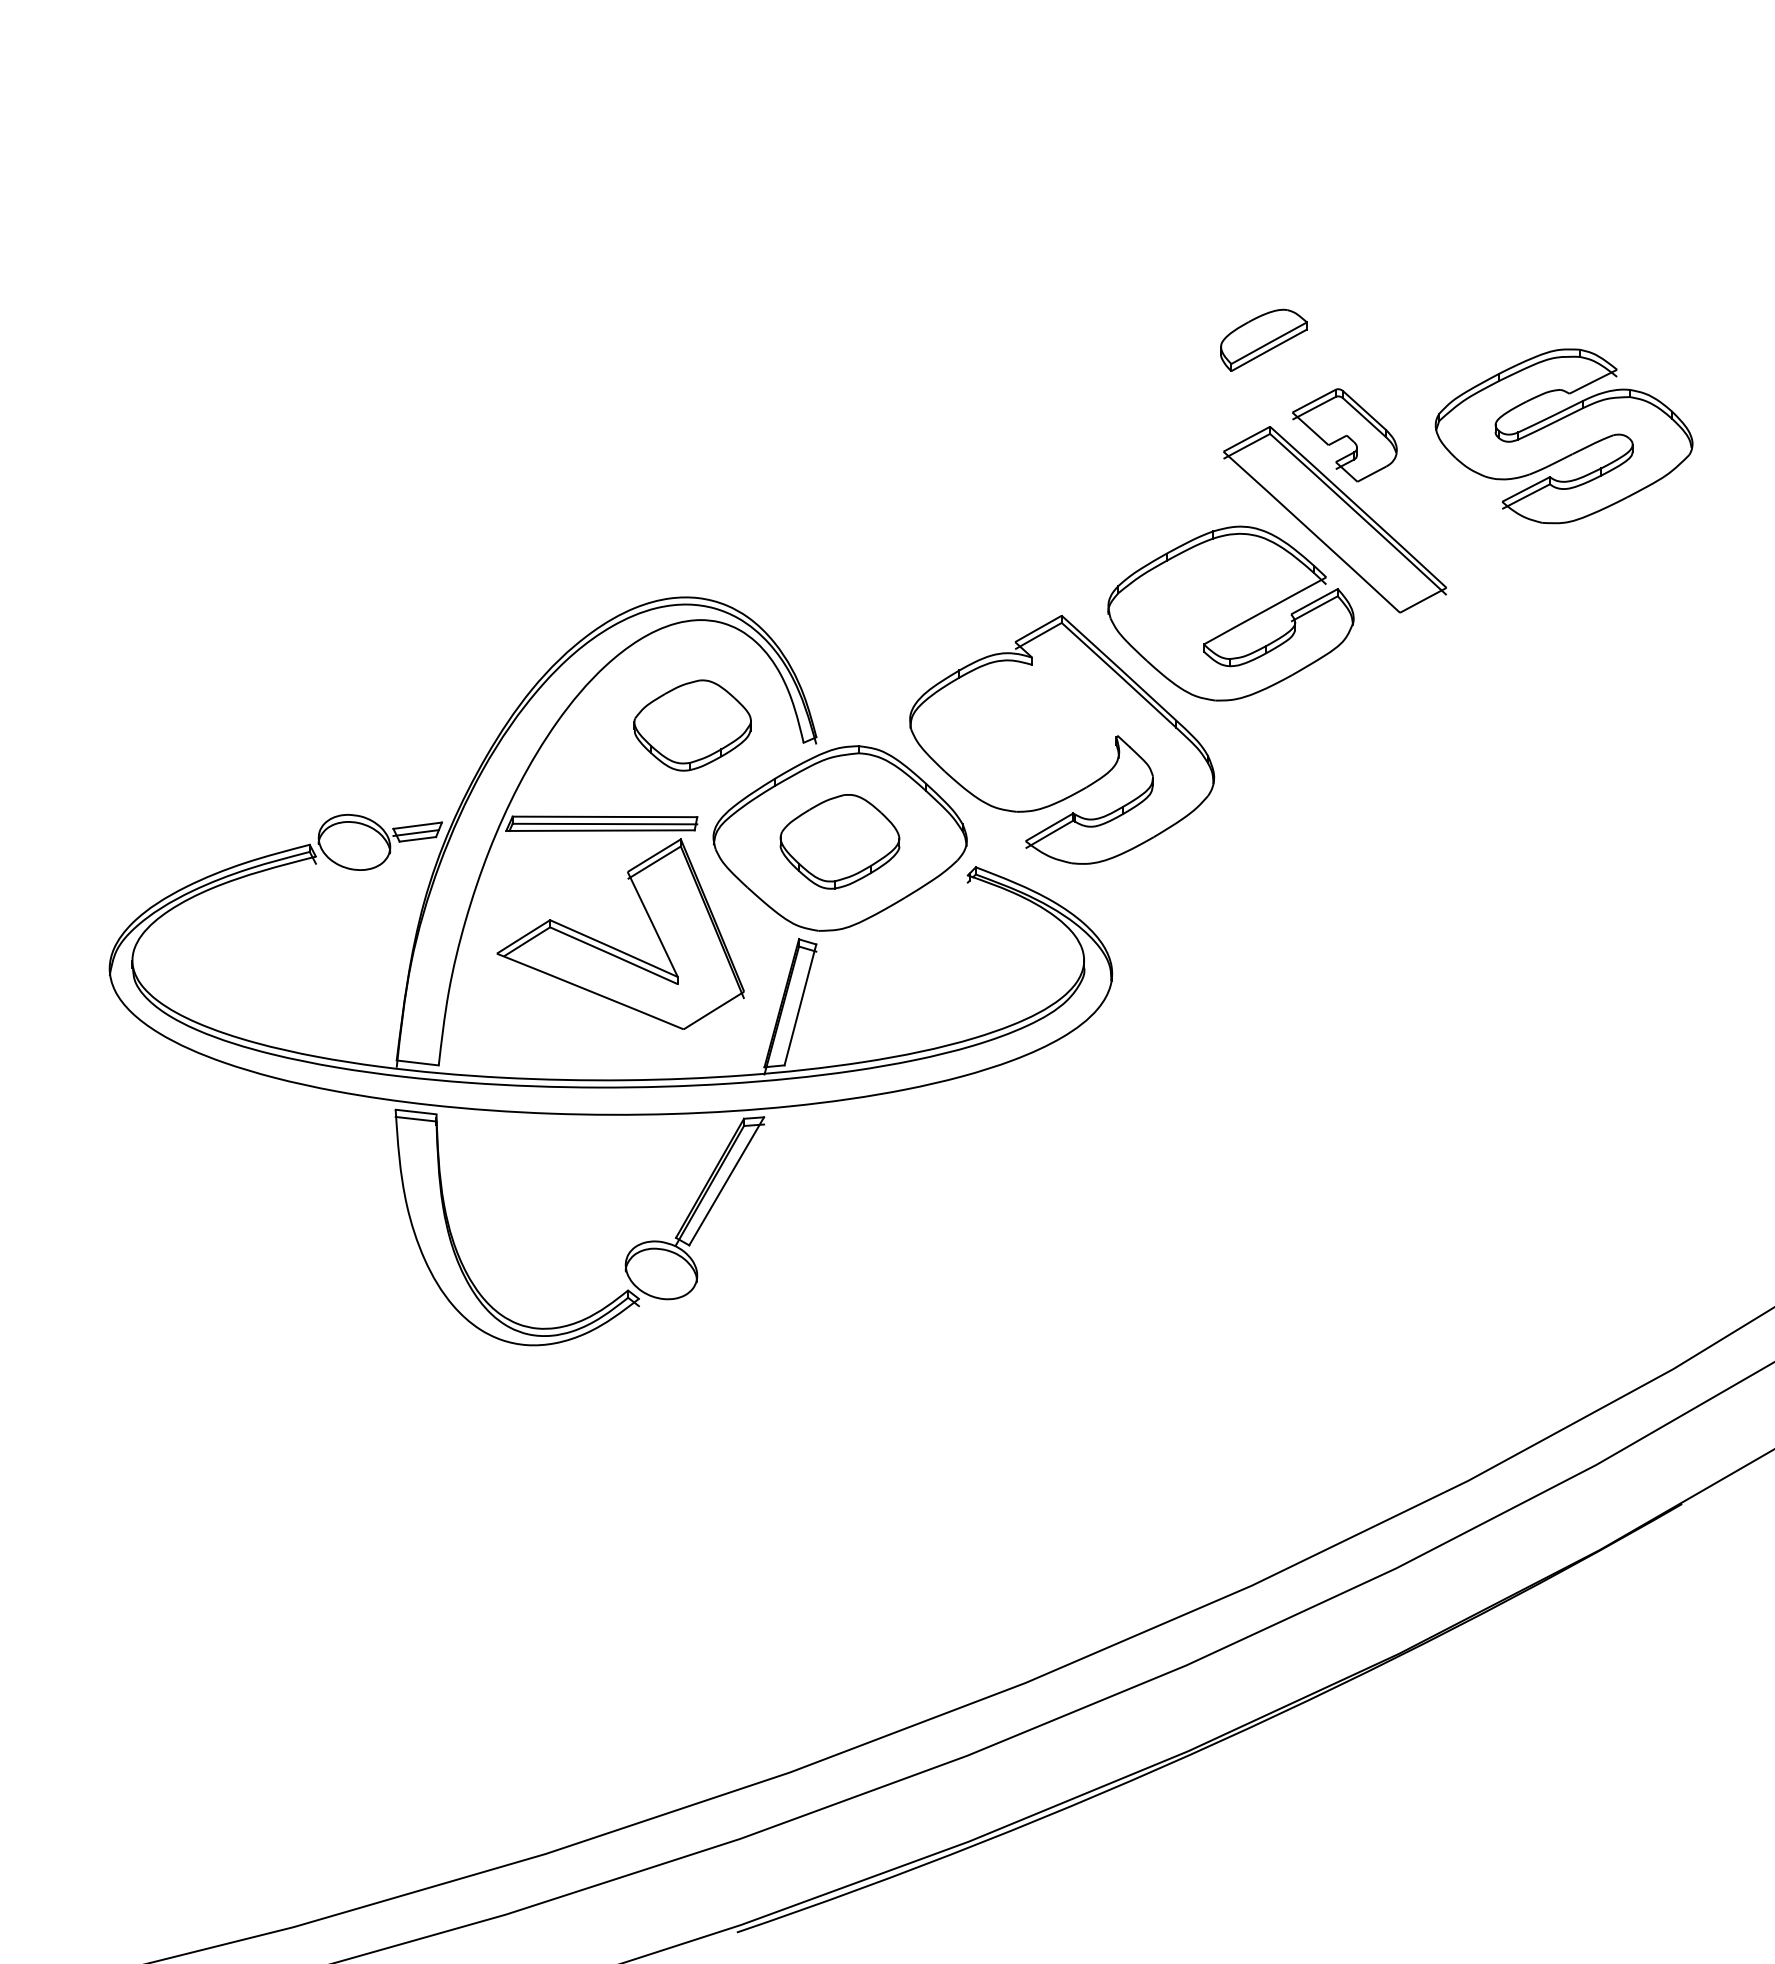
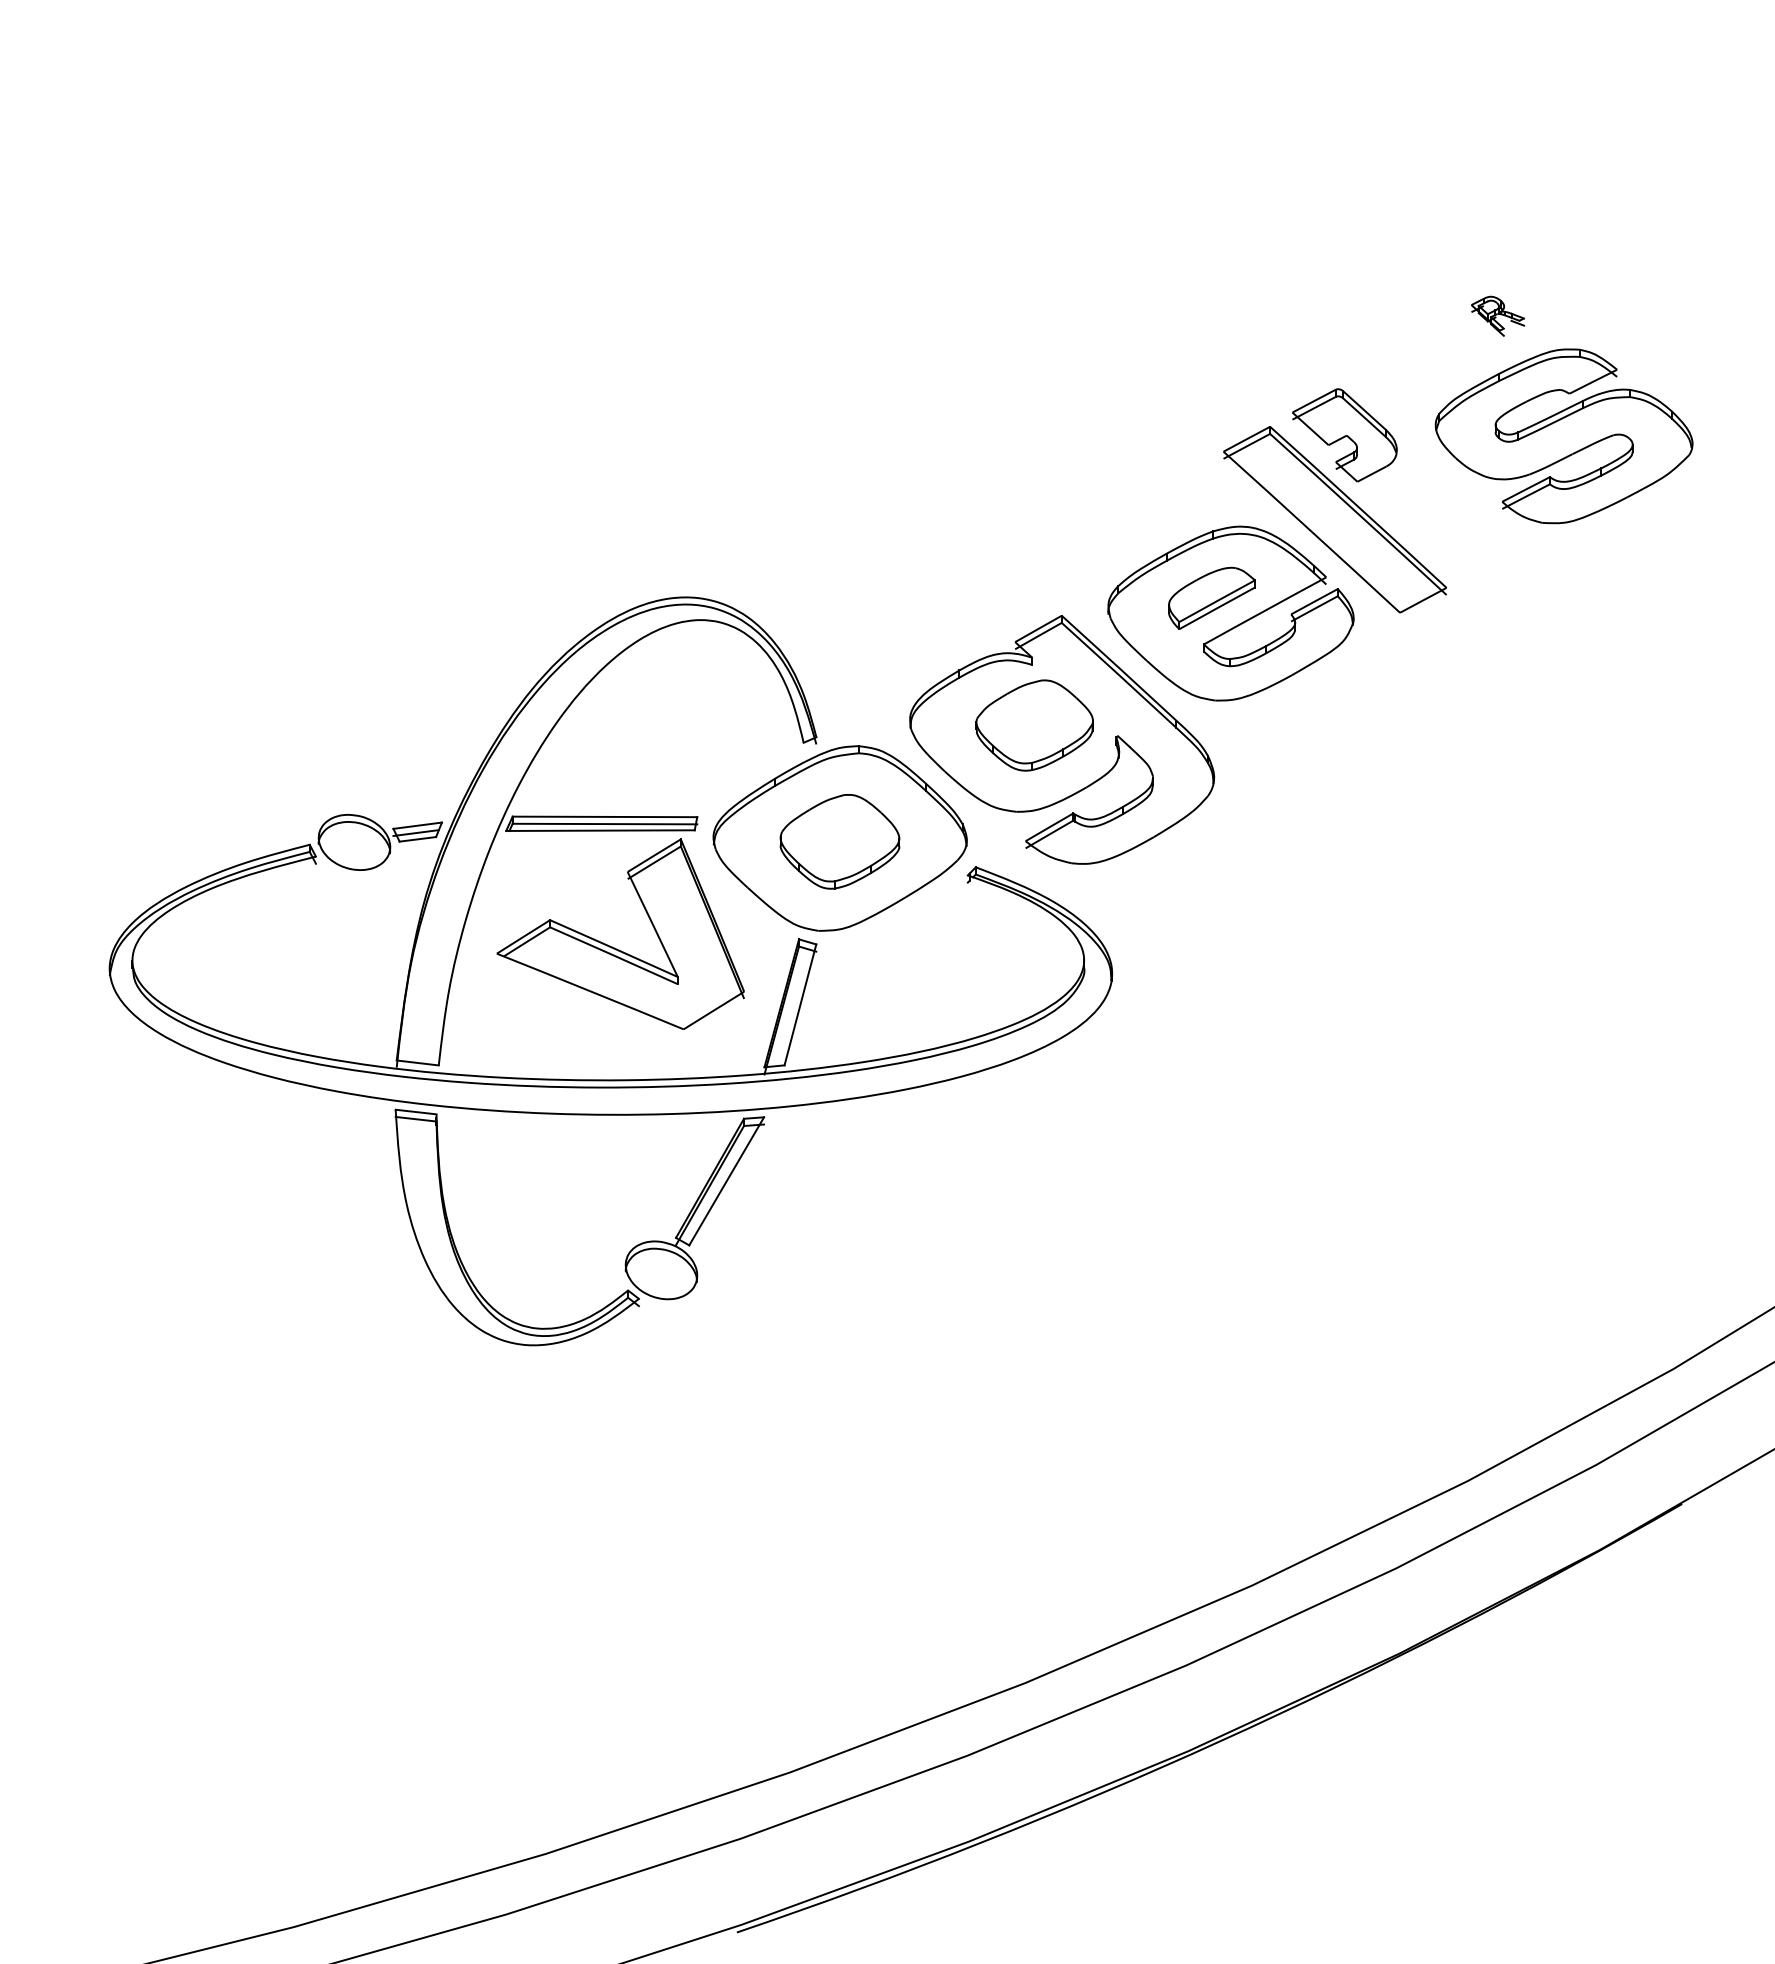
part at (1497, 315): none -> present
part at (1263, 339) position: (1263, 339) -> (1211, 597)
part at (692, 725) position: (692, 725) -> (1034, 725)
